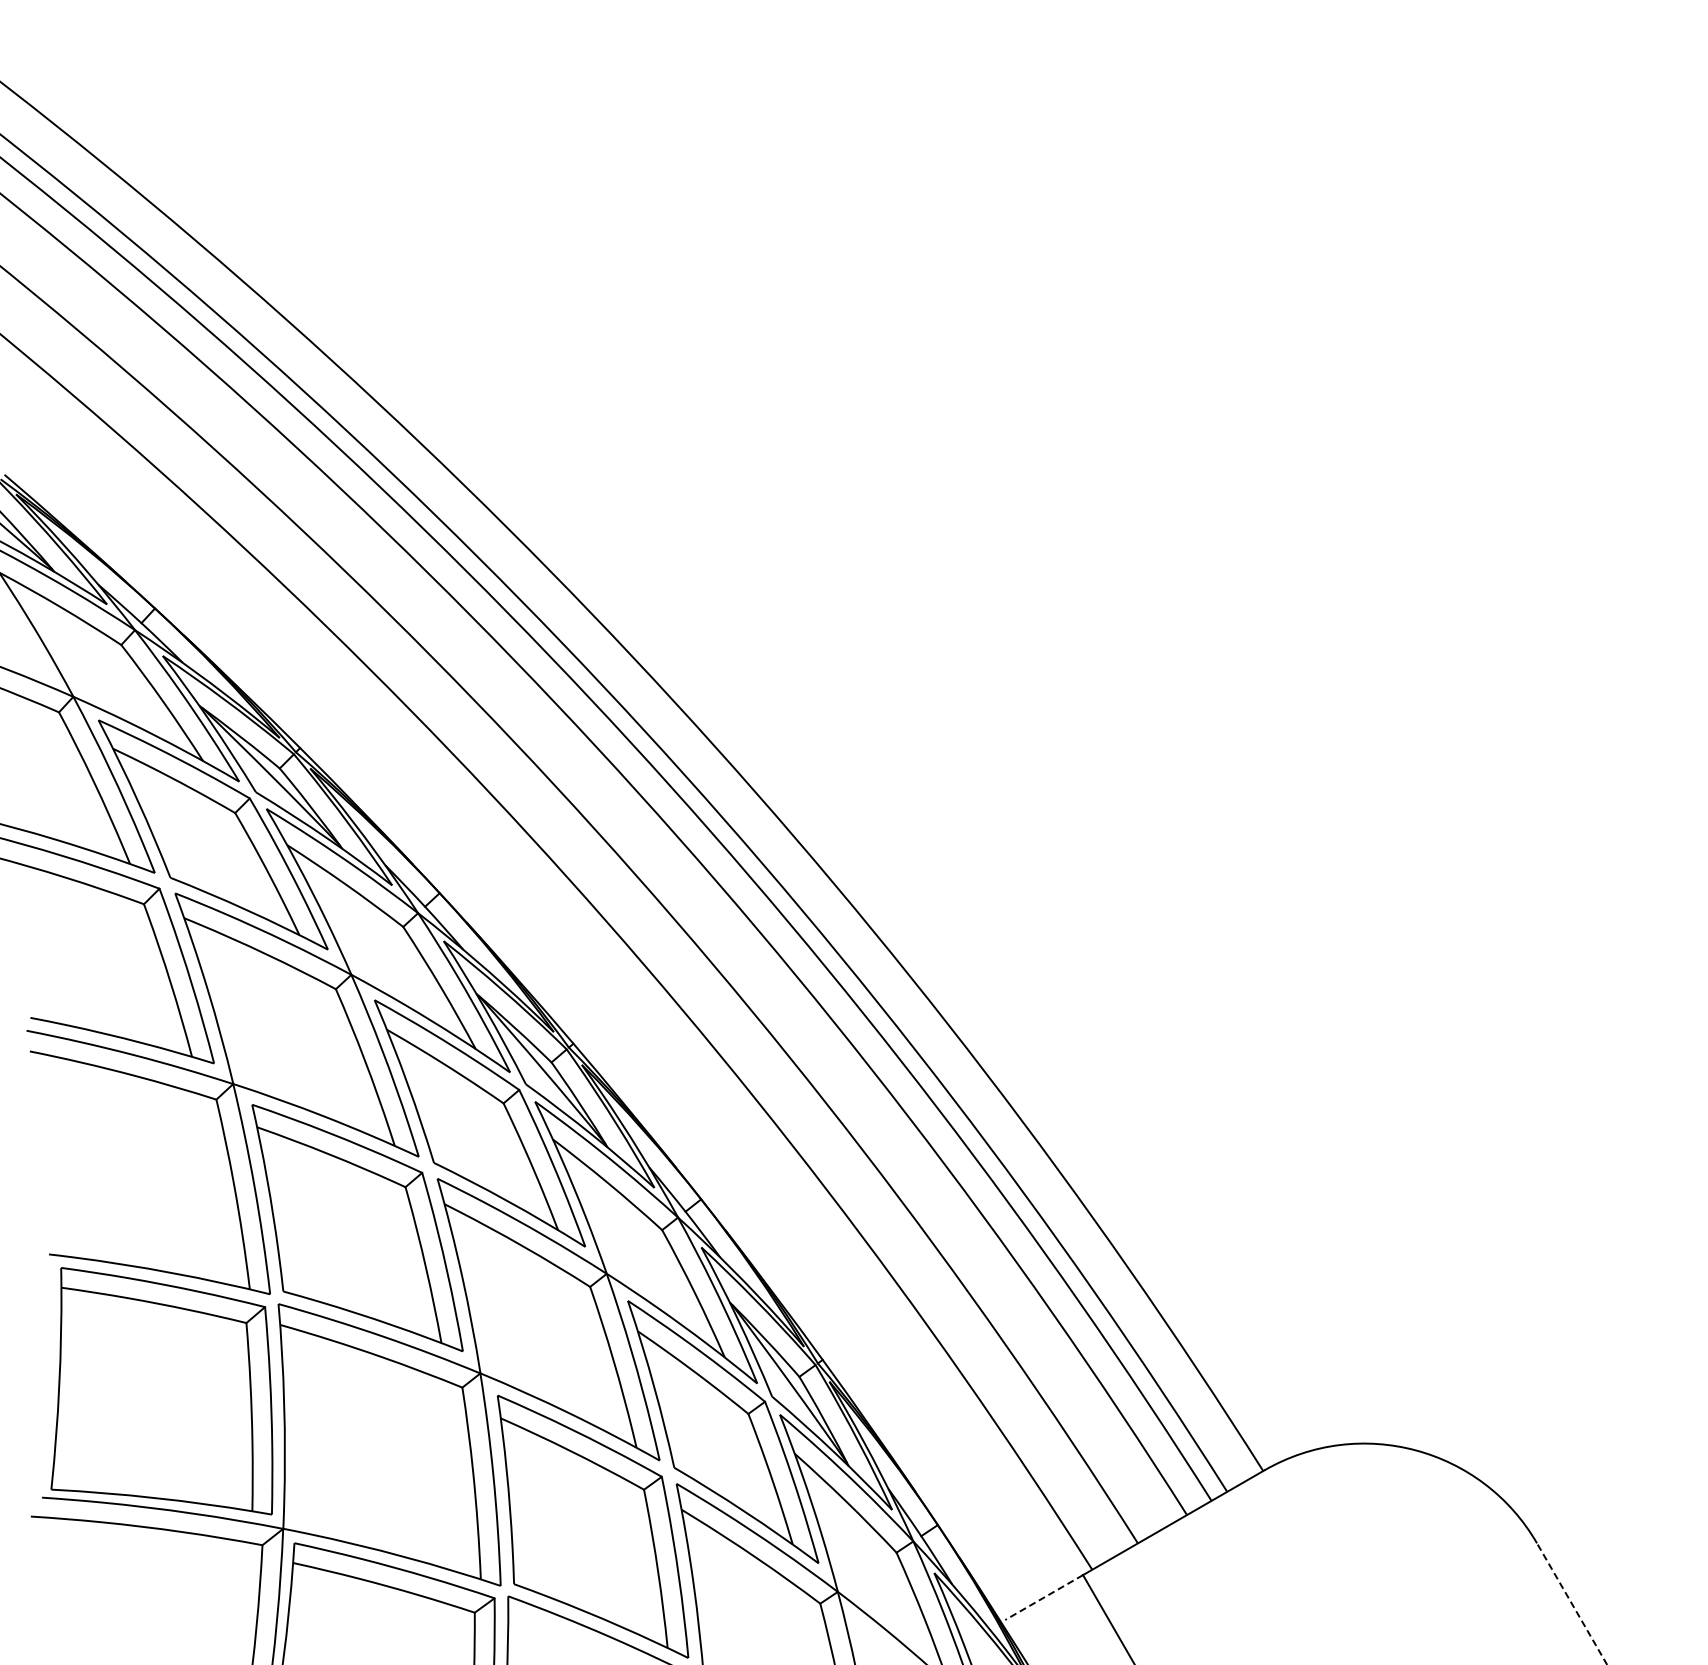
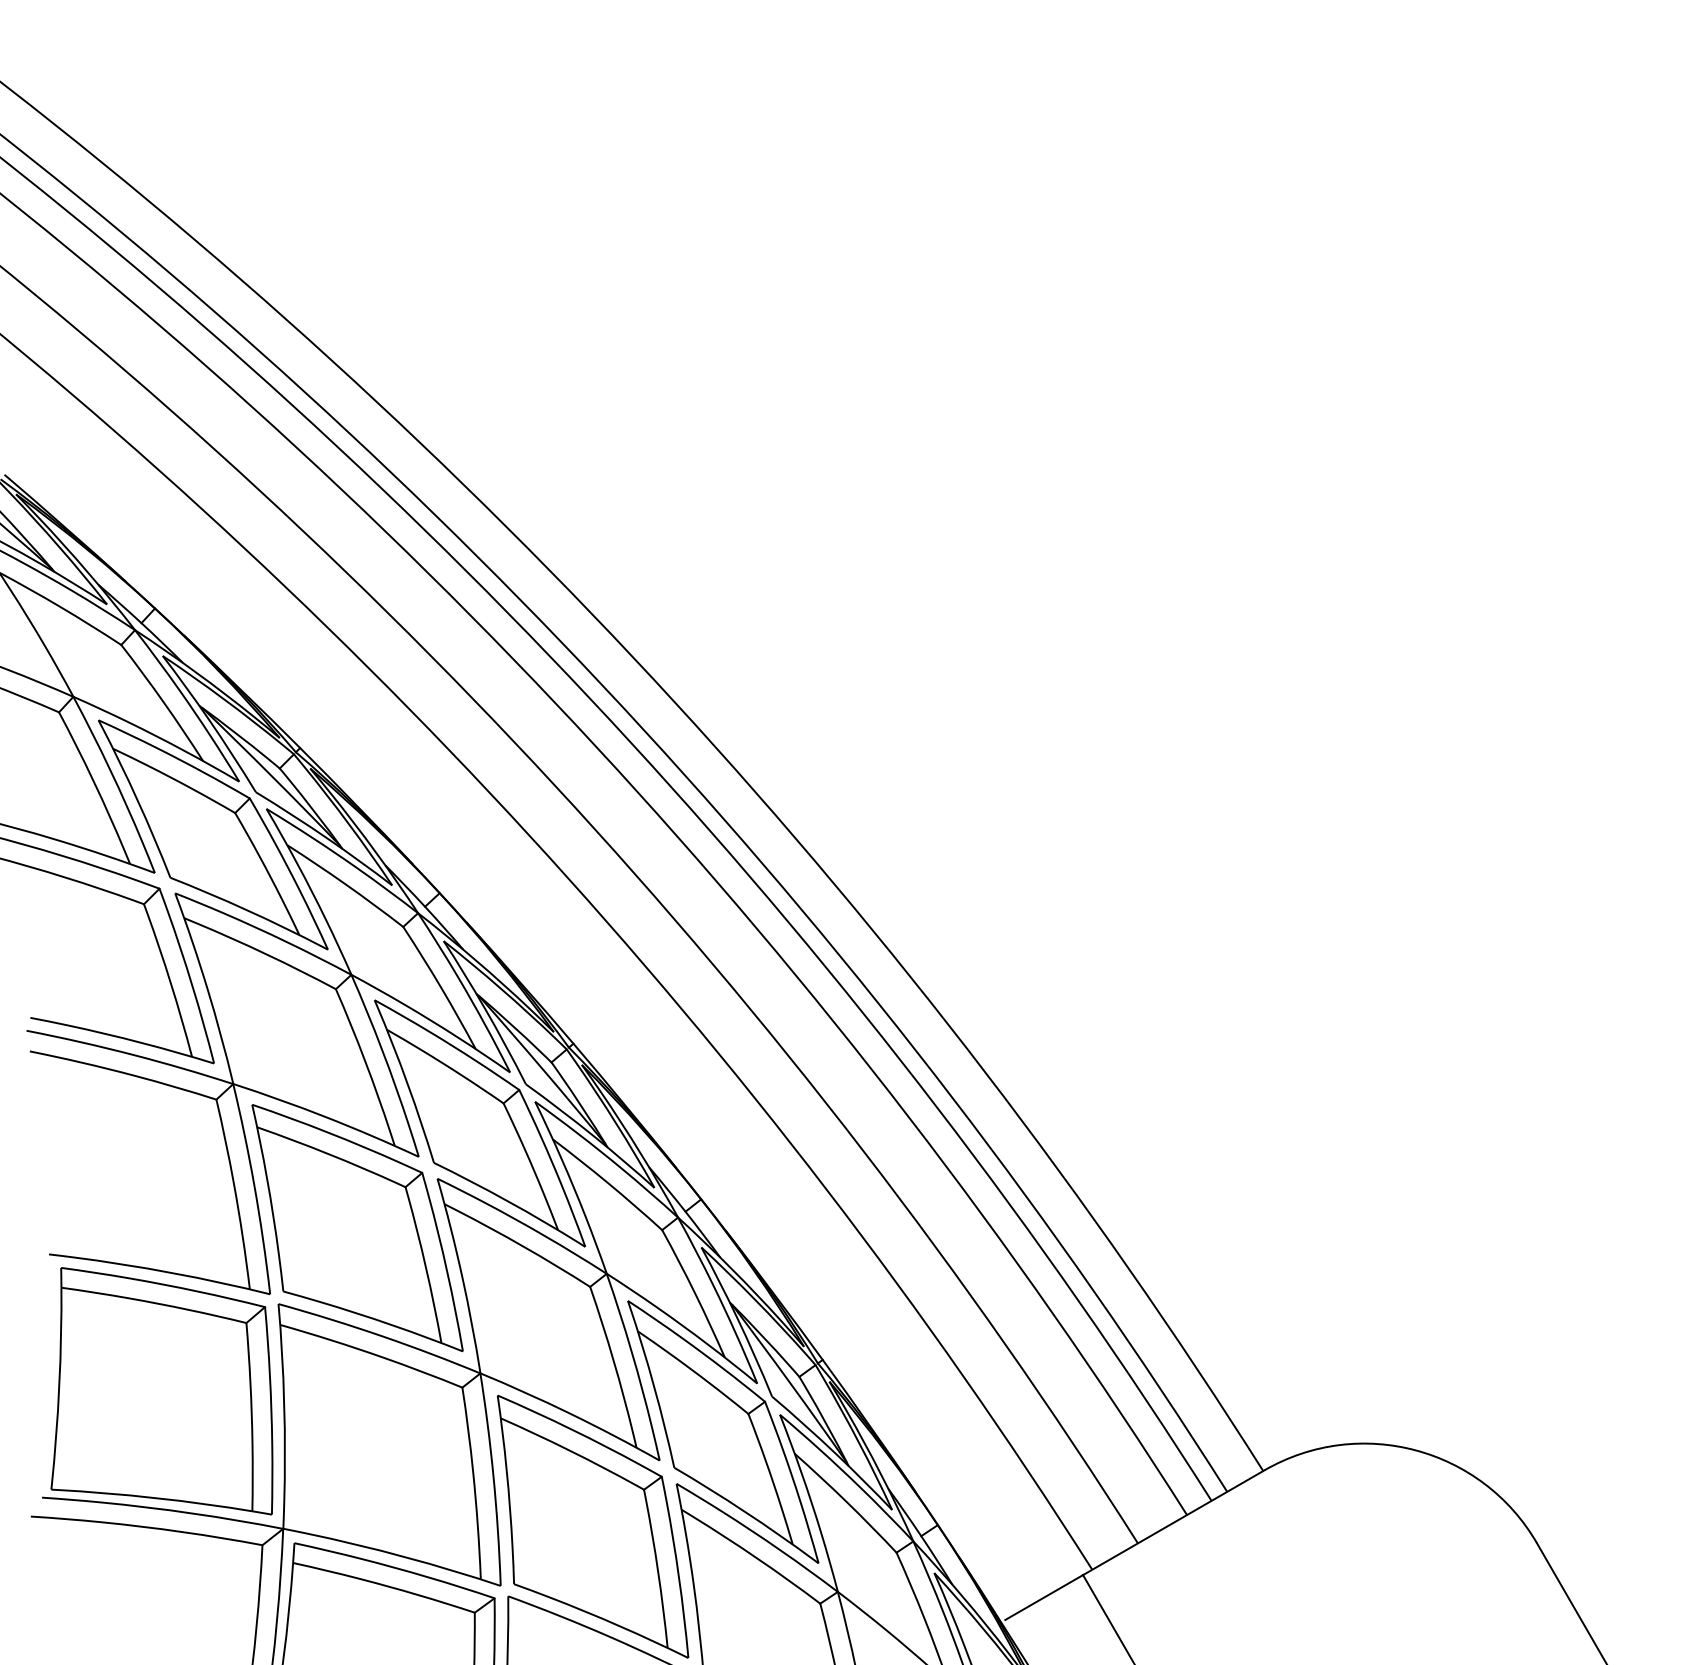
line at (1044, 1597): dashed -> solid
line at (1571, 1603): dashed -> solid
